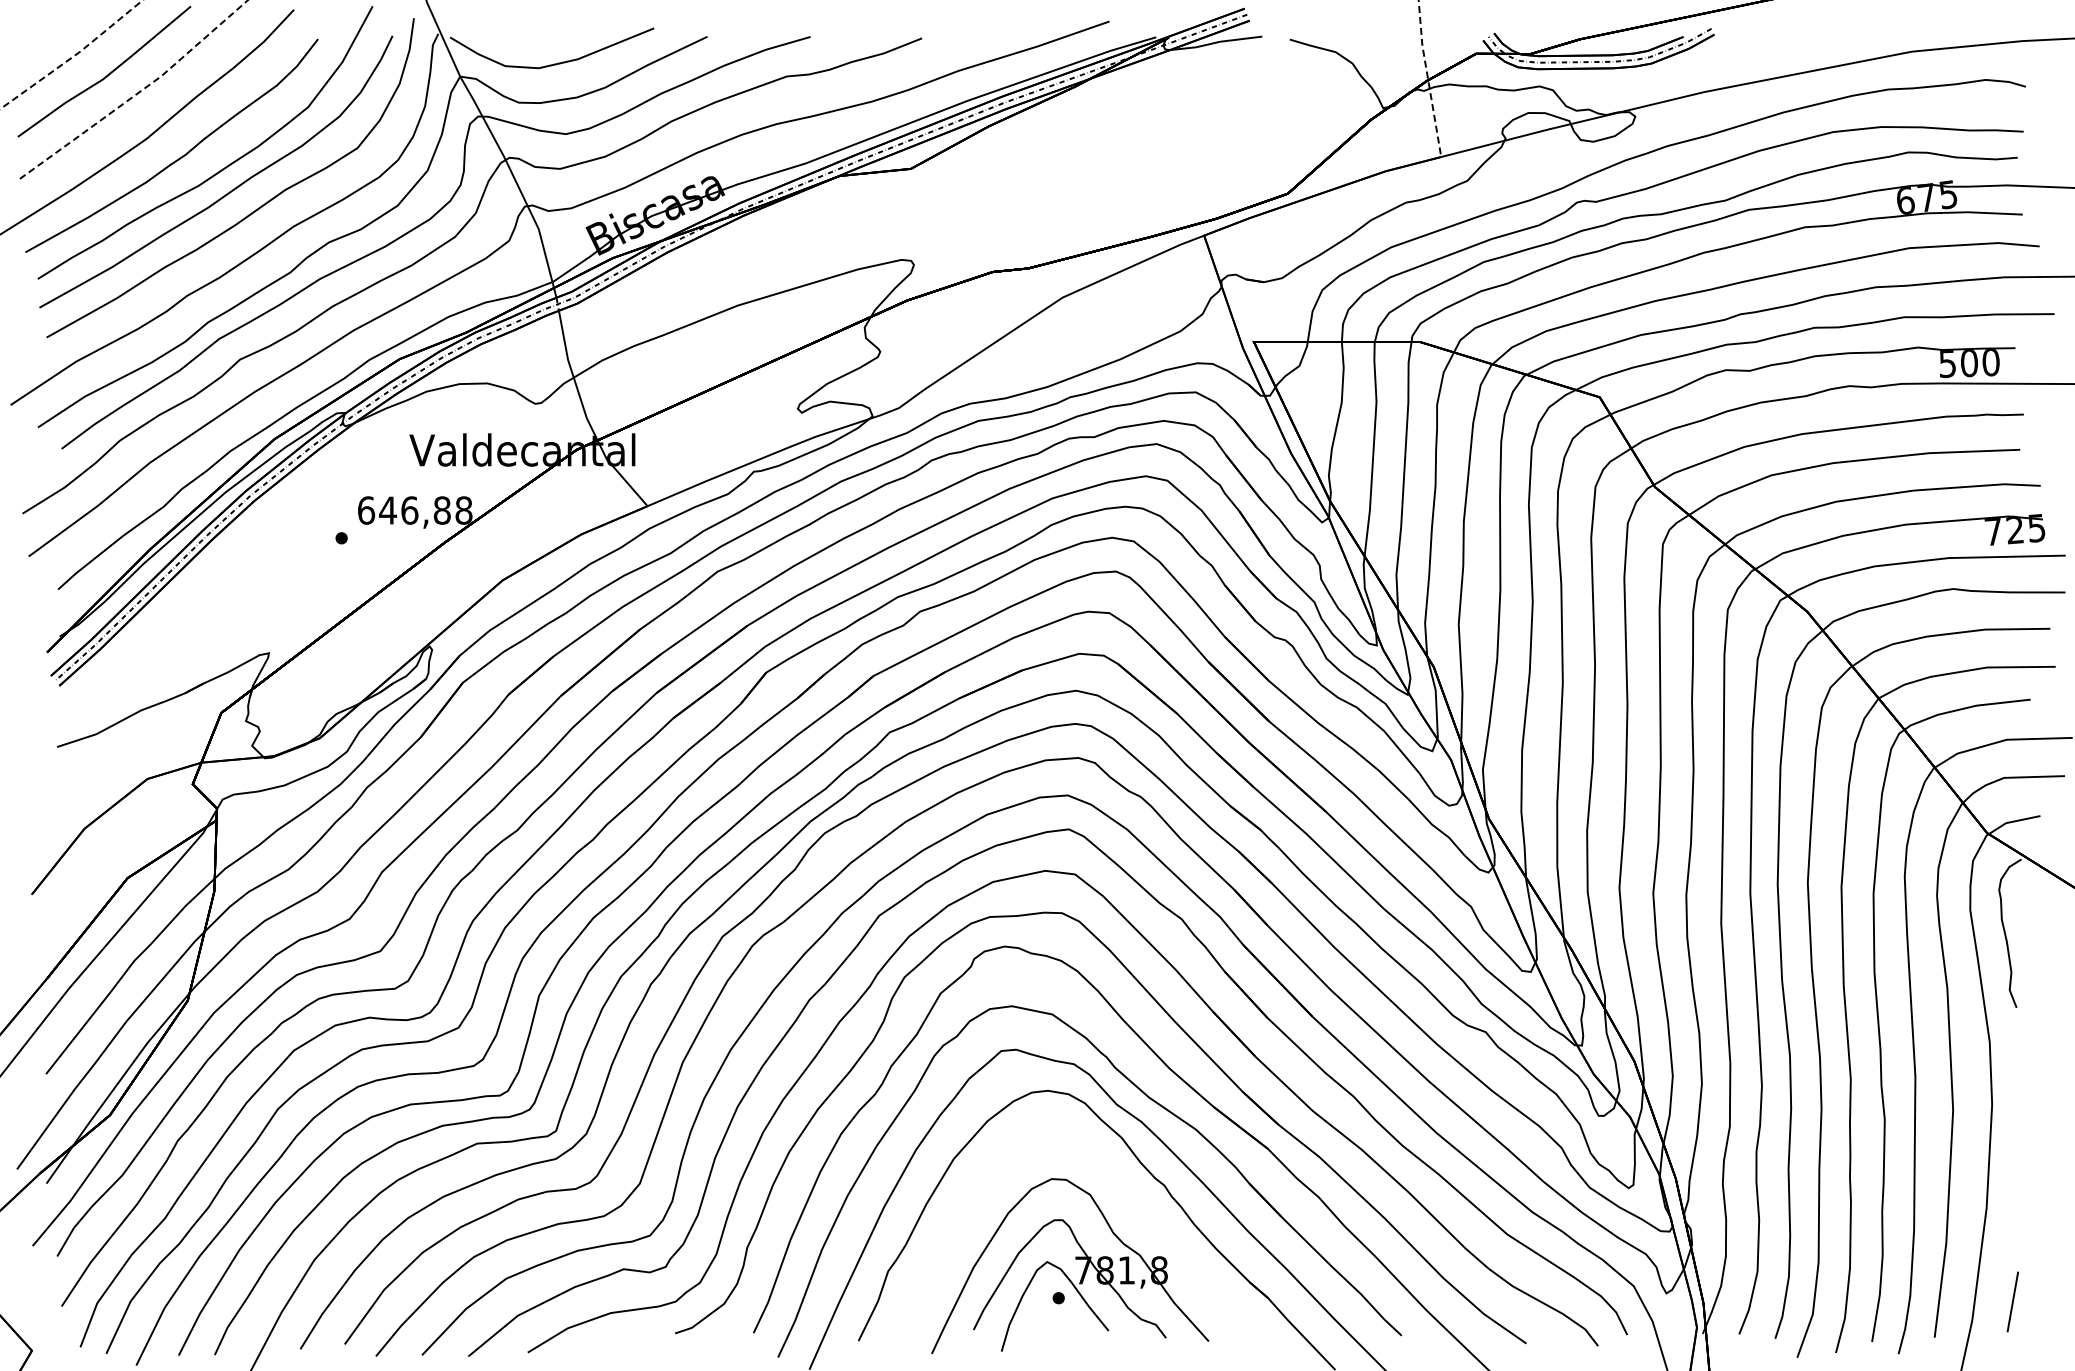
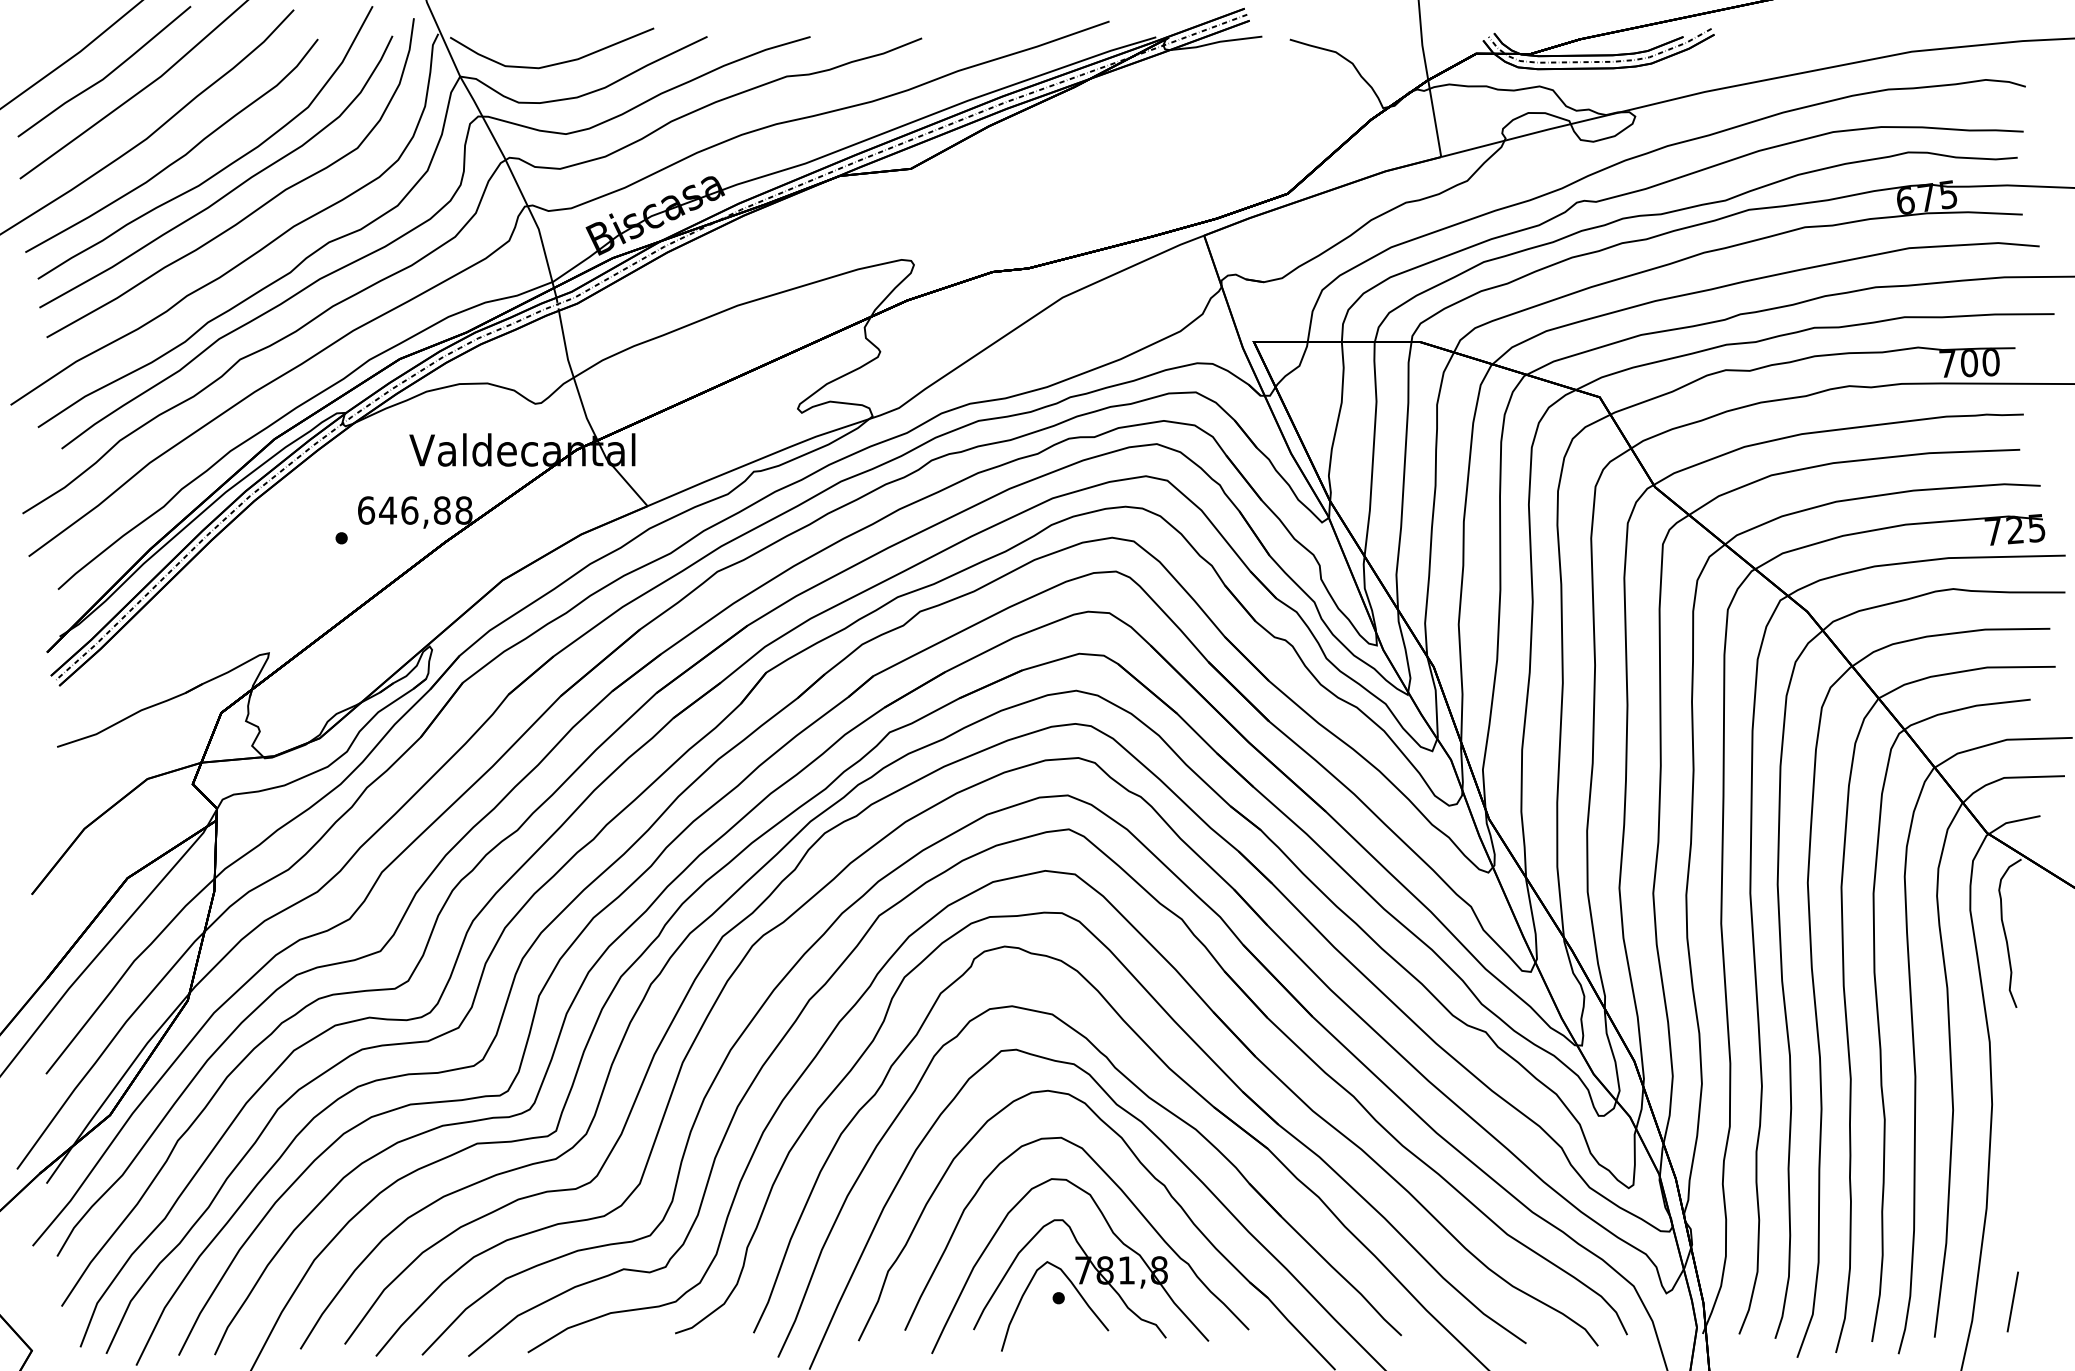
line at (74, 55): dashed -> solid
line at (1428, 78): dashed -> solid
line at (137, 93): dashed -> solid
text at (1947, 364): 500 -> 700
curve at (1124, 1195): none -> present
